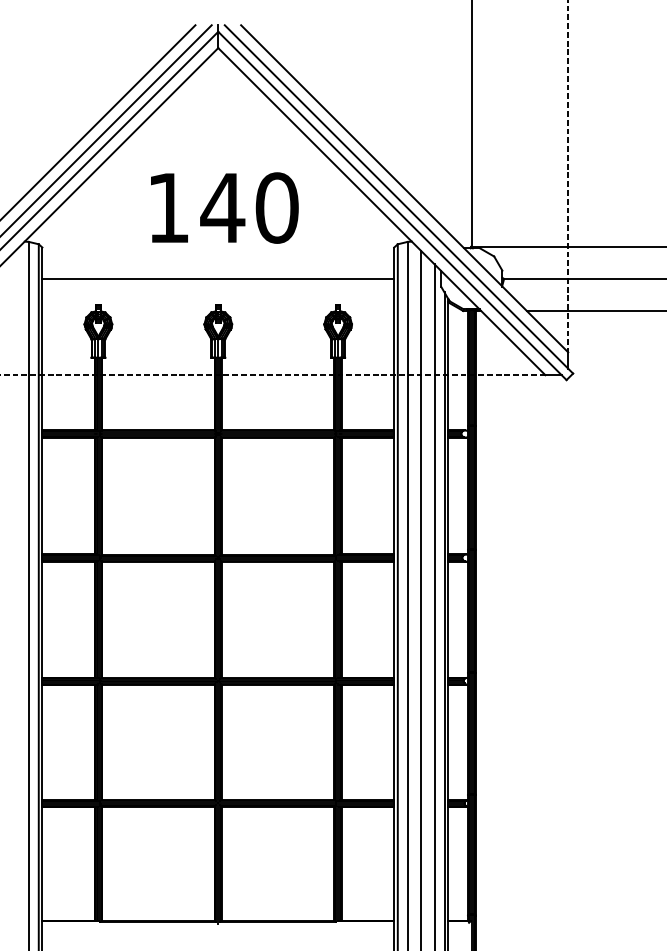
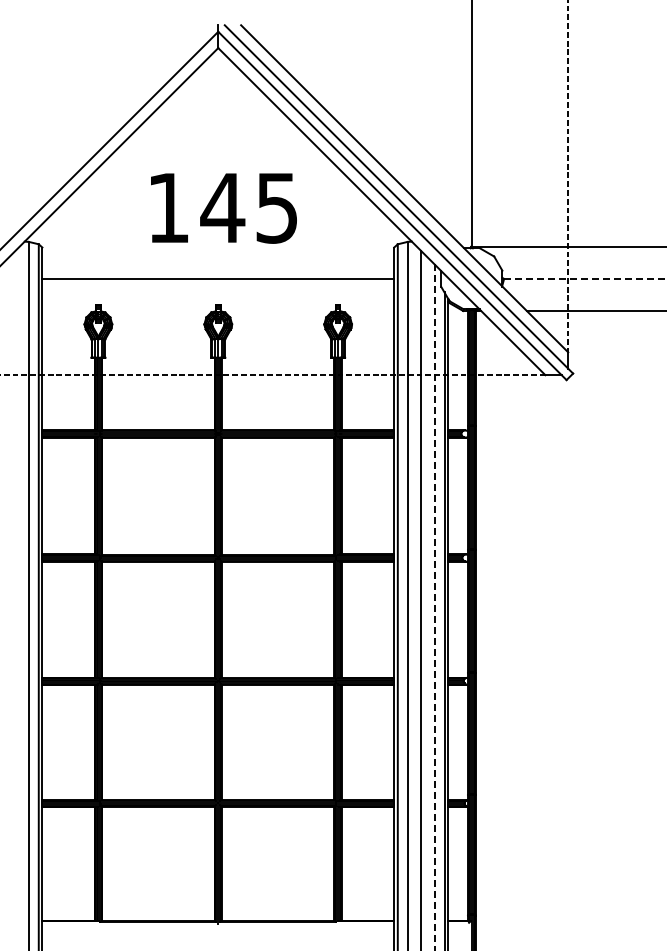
line at (98, 121): present -> none
line at (106, 129): present -> none
text at (276, 207): 140 -> 145
line at (585, 278): solid -> dashed
line at (434, 607): solid -> dashed
